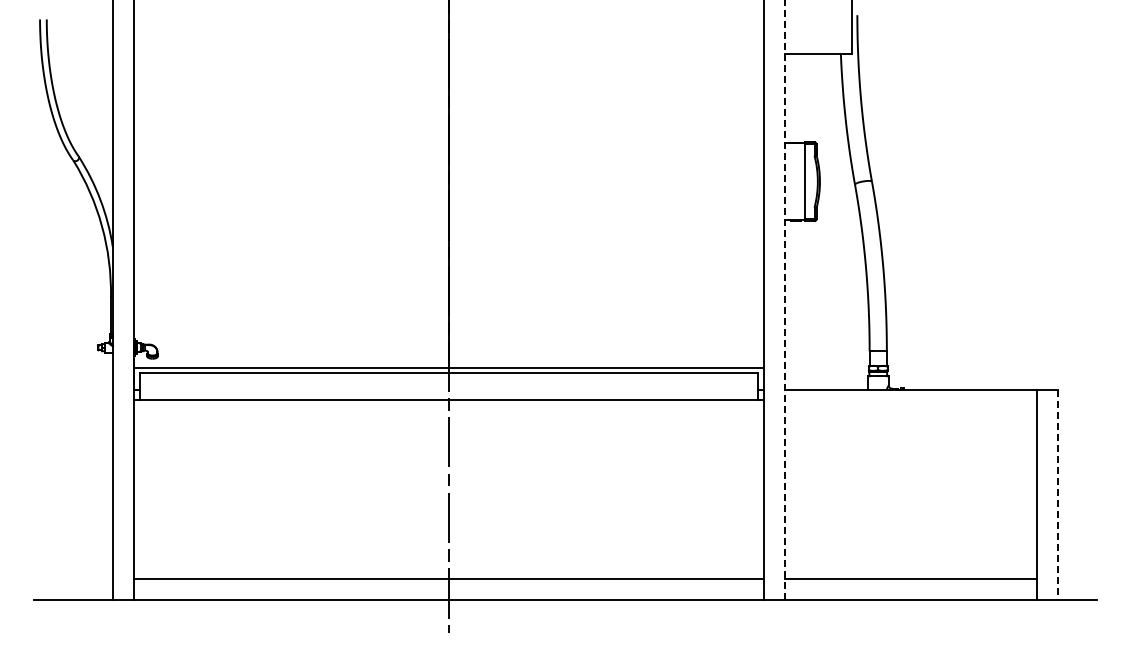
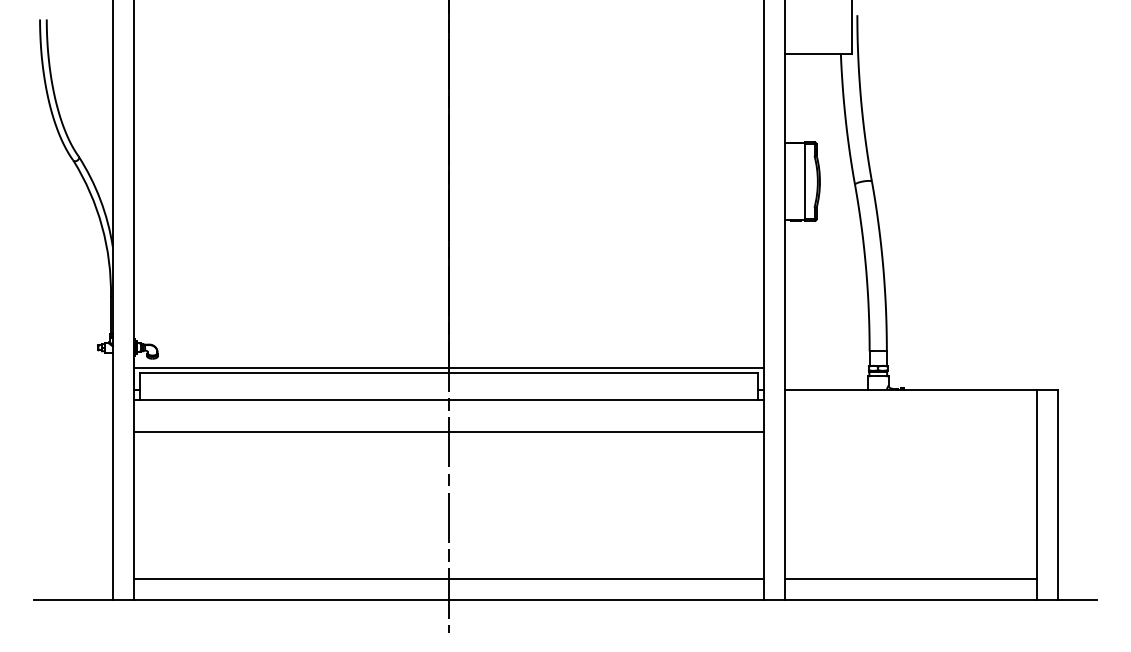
line at (785, 299): dashed -> solid
line at (448, 431): none -> present
line at (1058, 495): dashed -> solid
